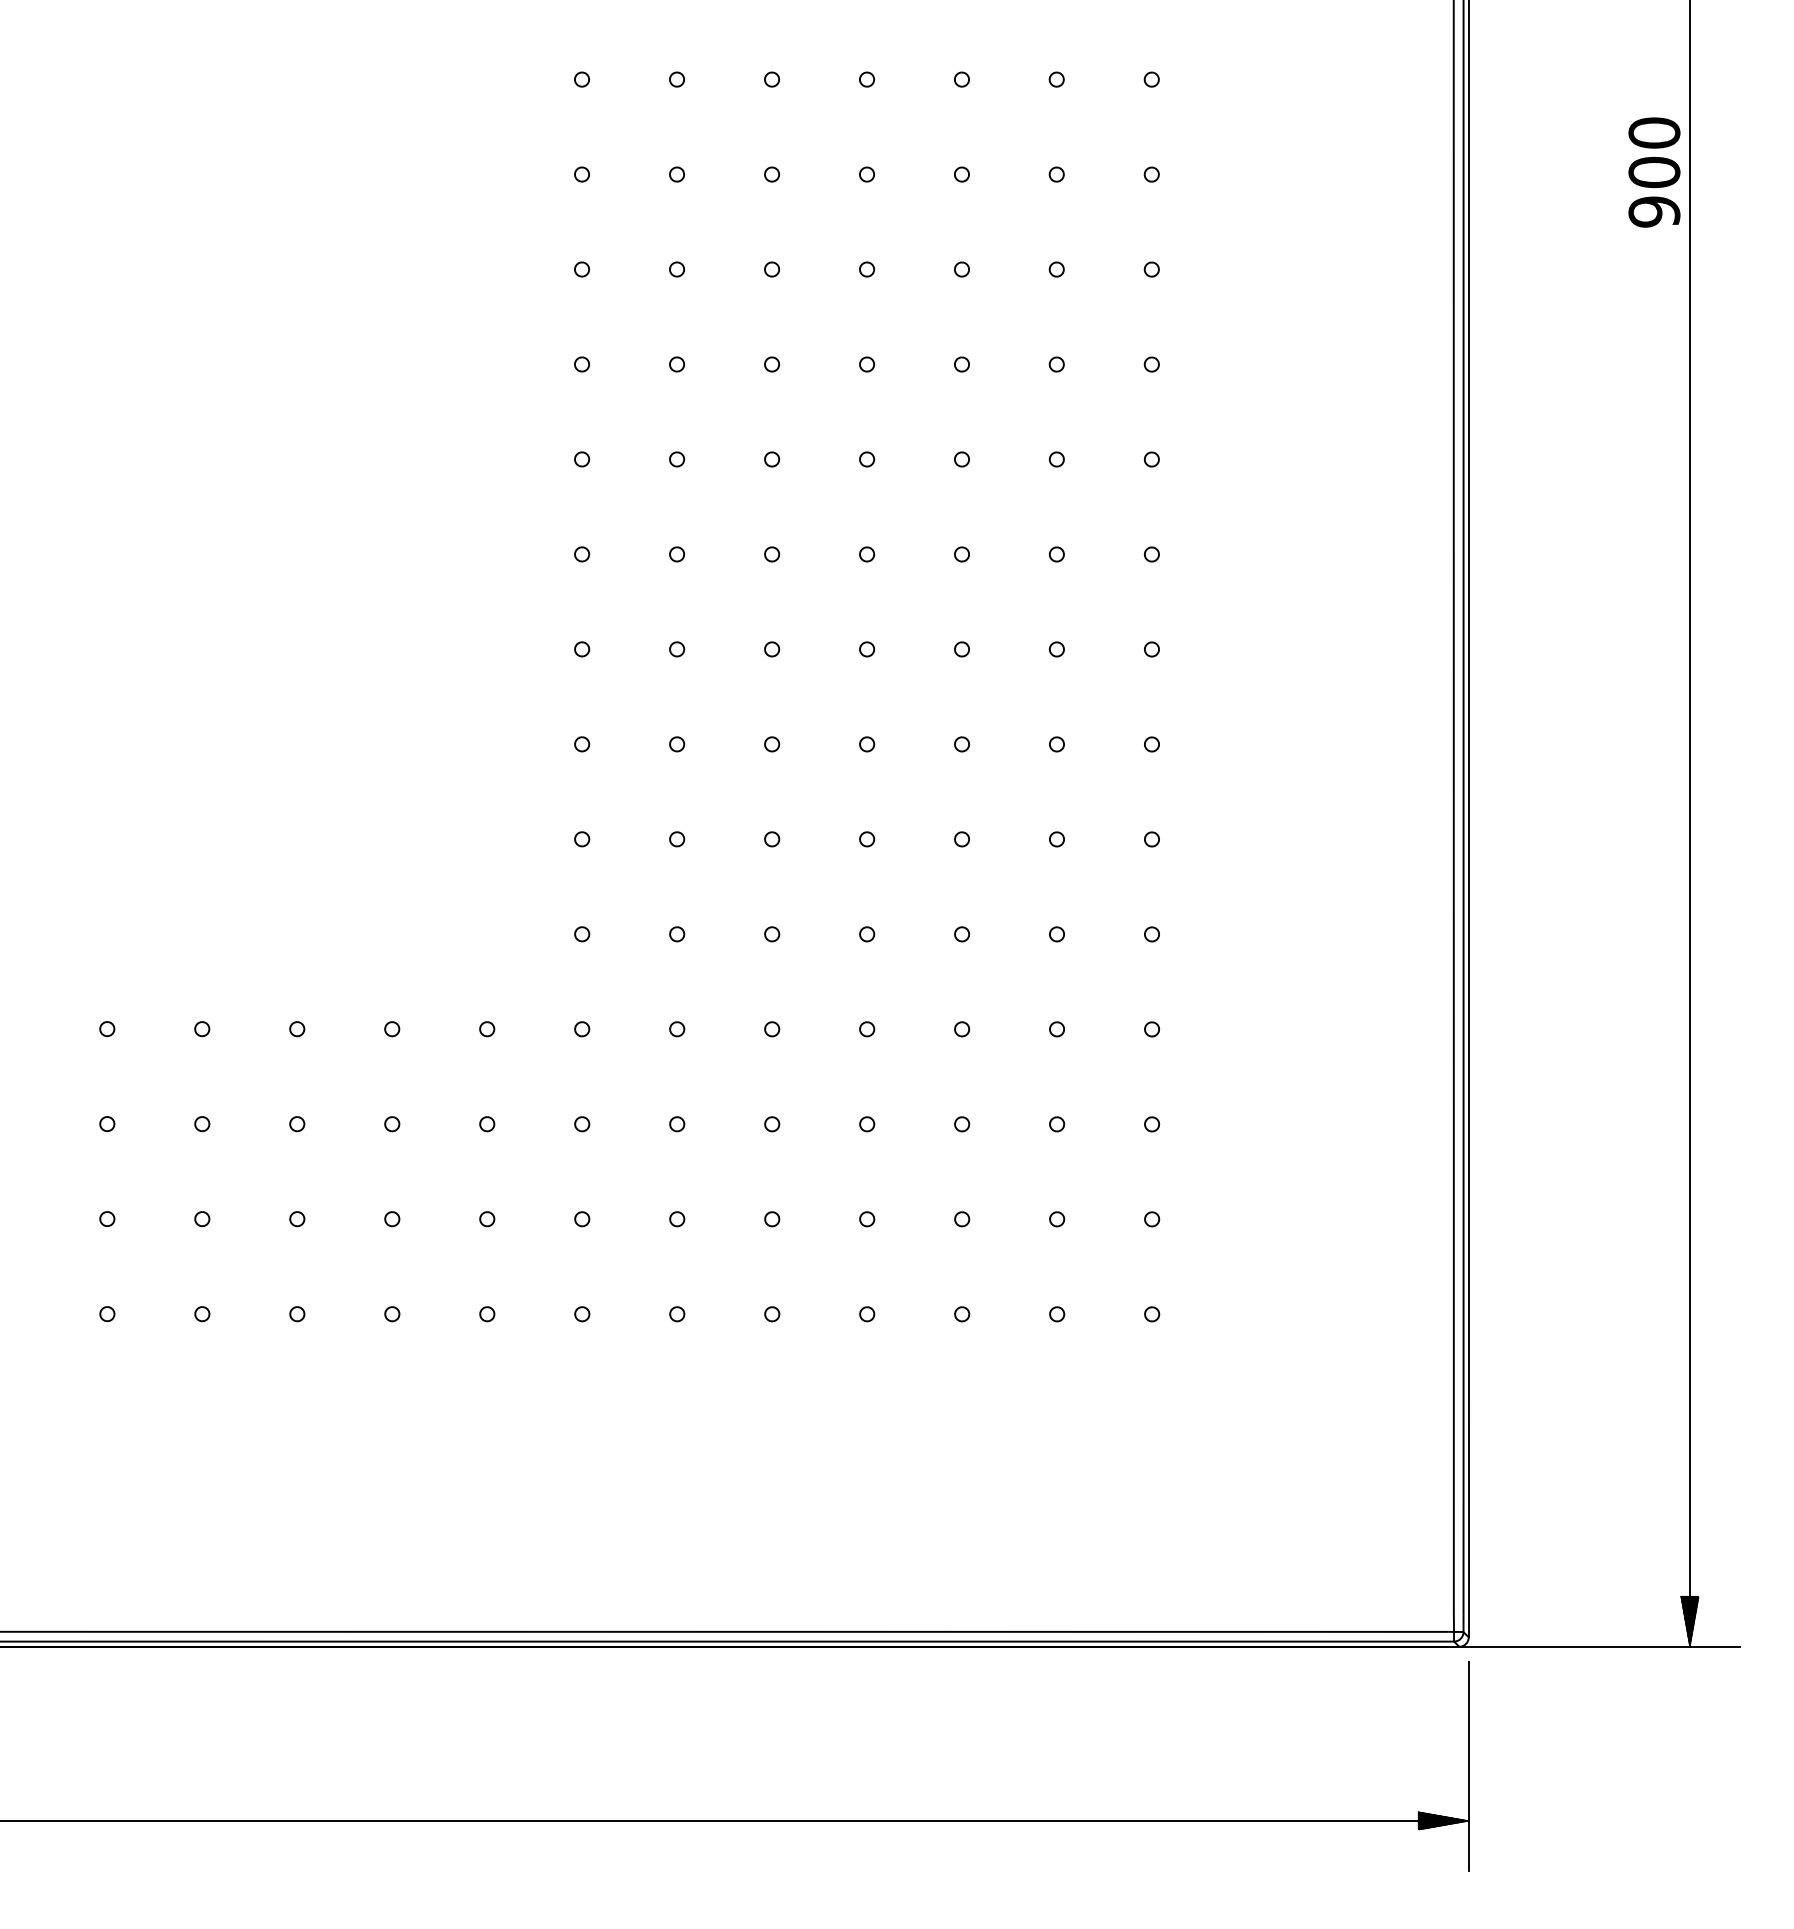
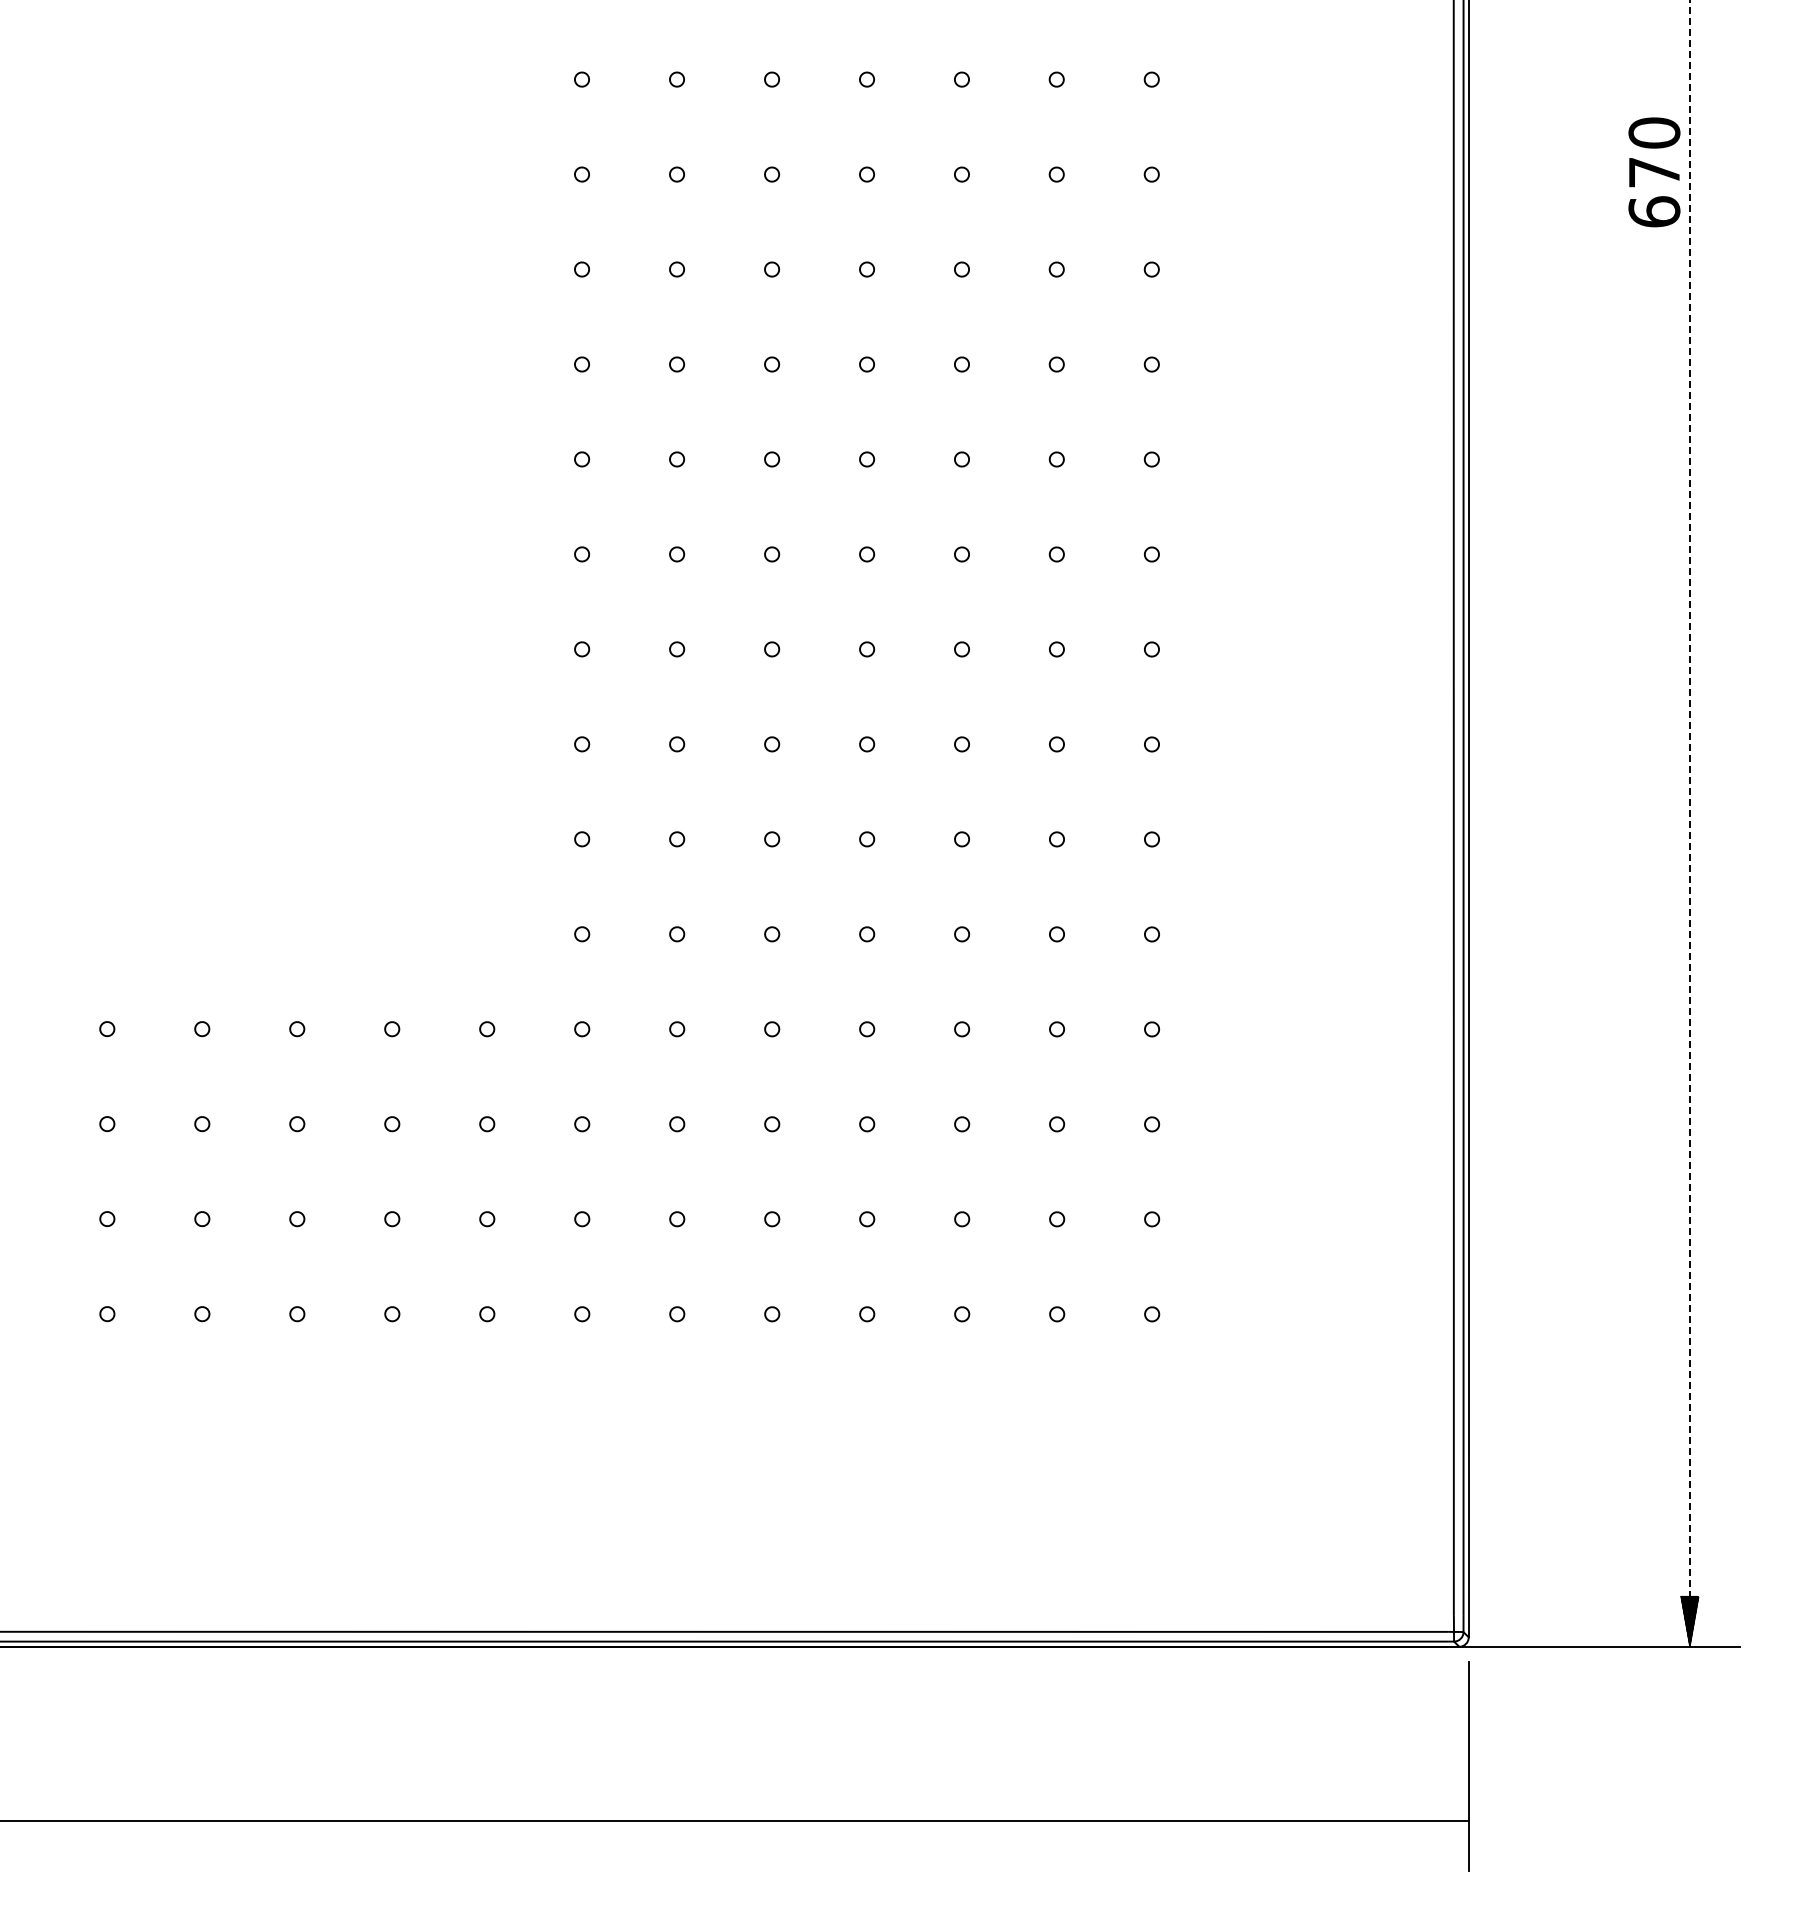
text at (1654, 191): 900 -> 670
line at (1689, 823): solid -> dashed
hatch at (1443, 1820): present -> none
